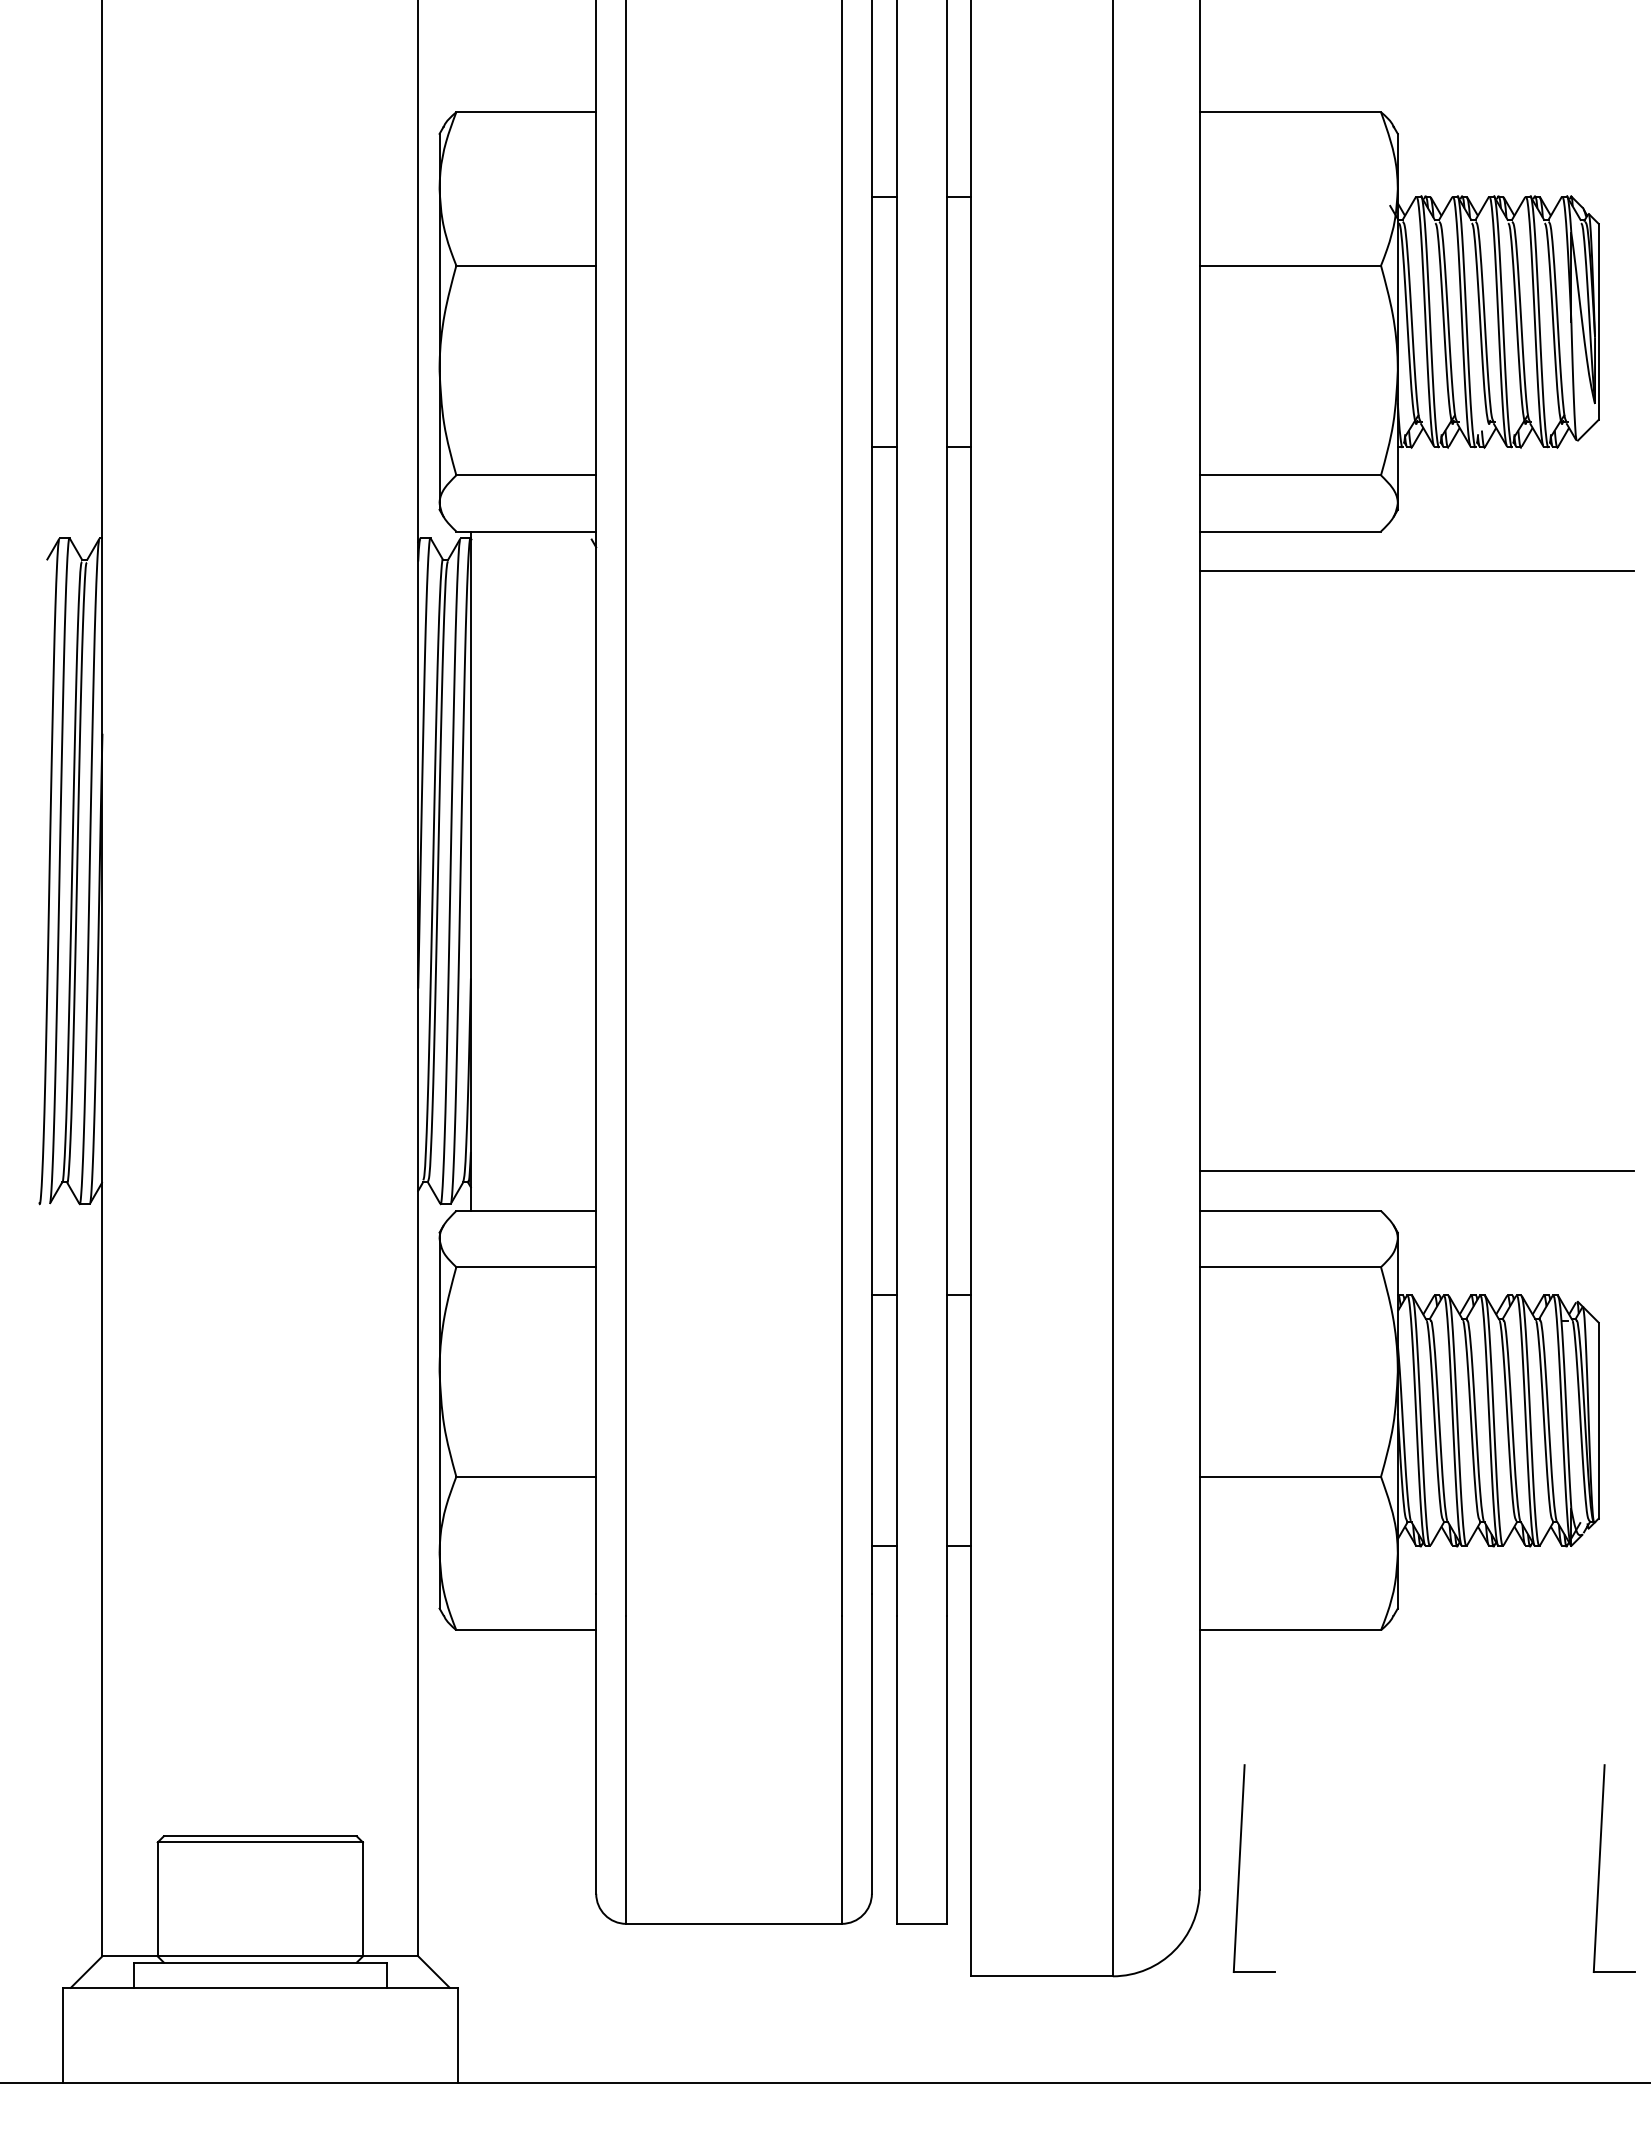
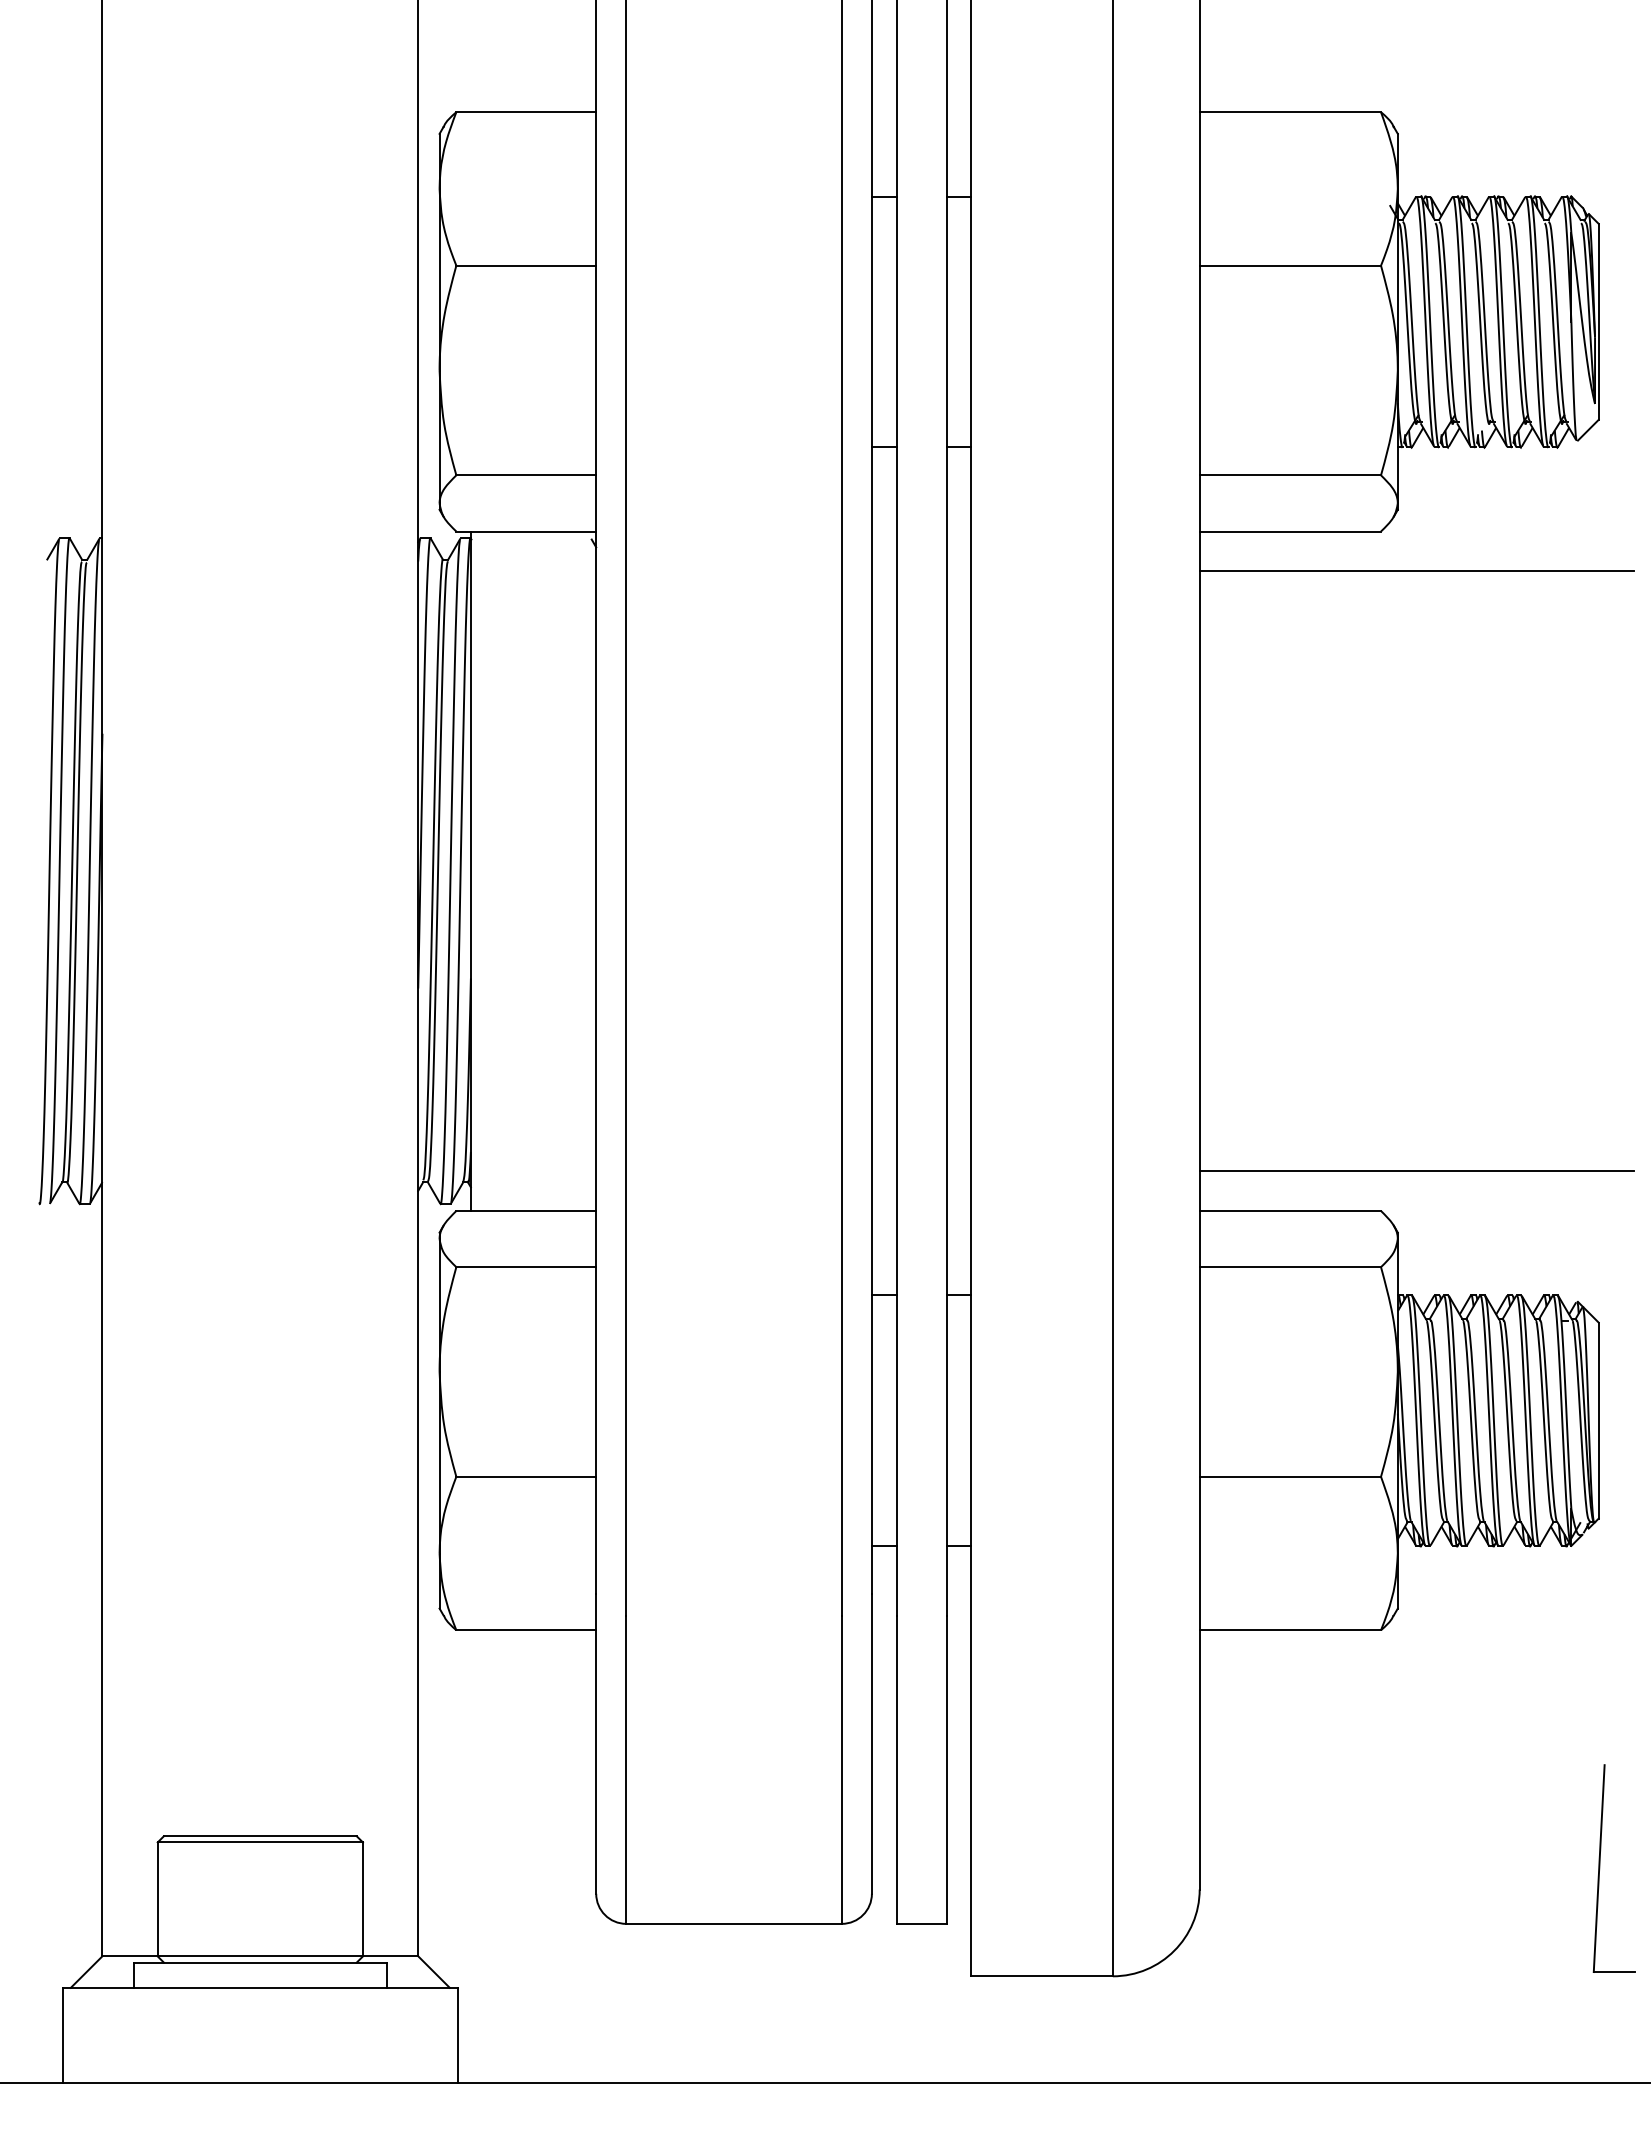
part at (1240, 1868): present -> none
